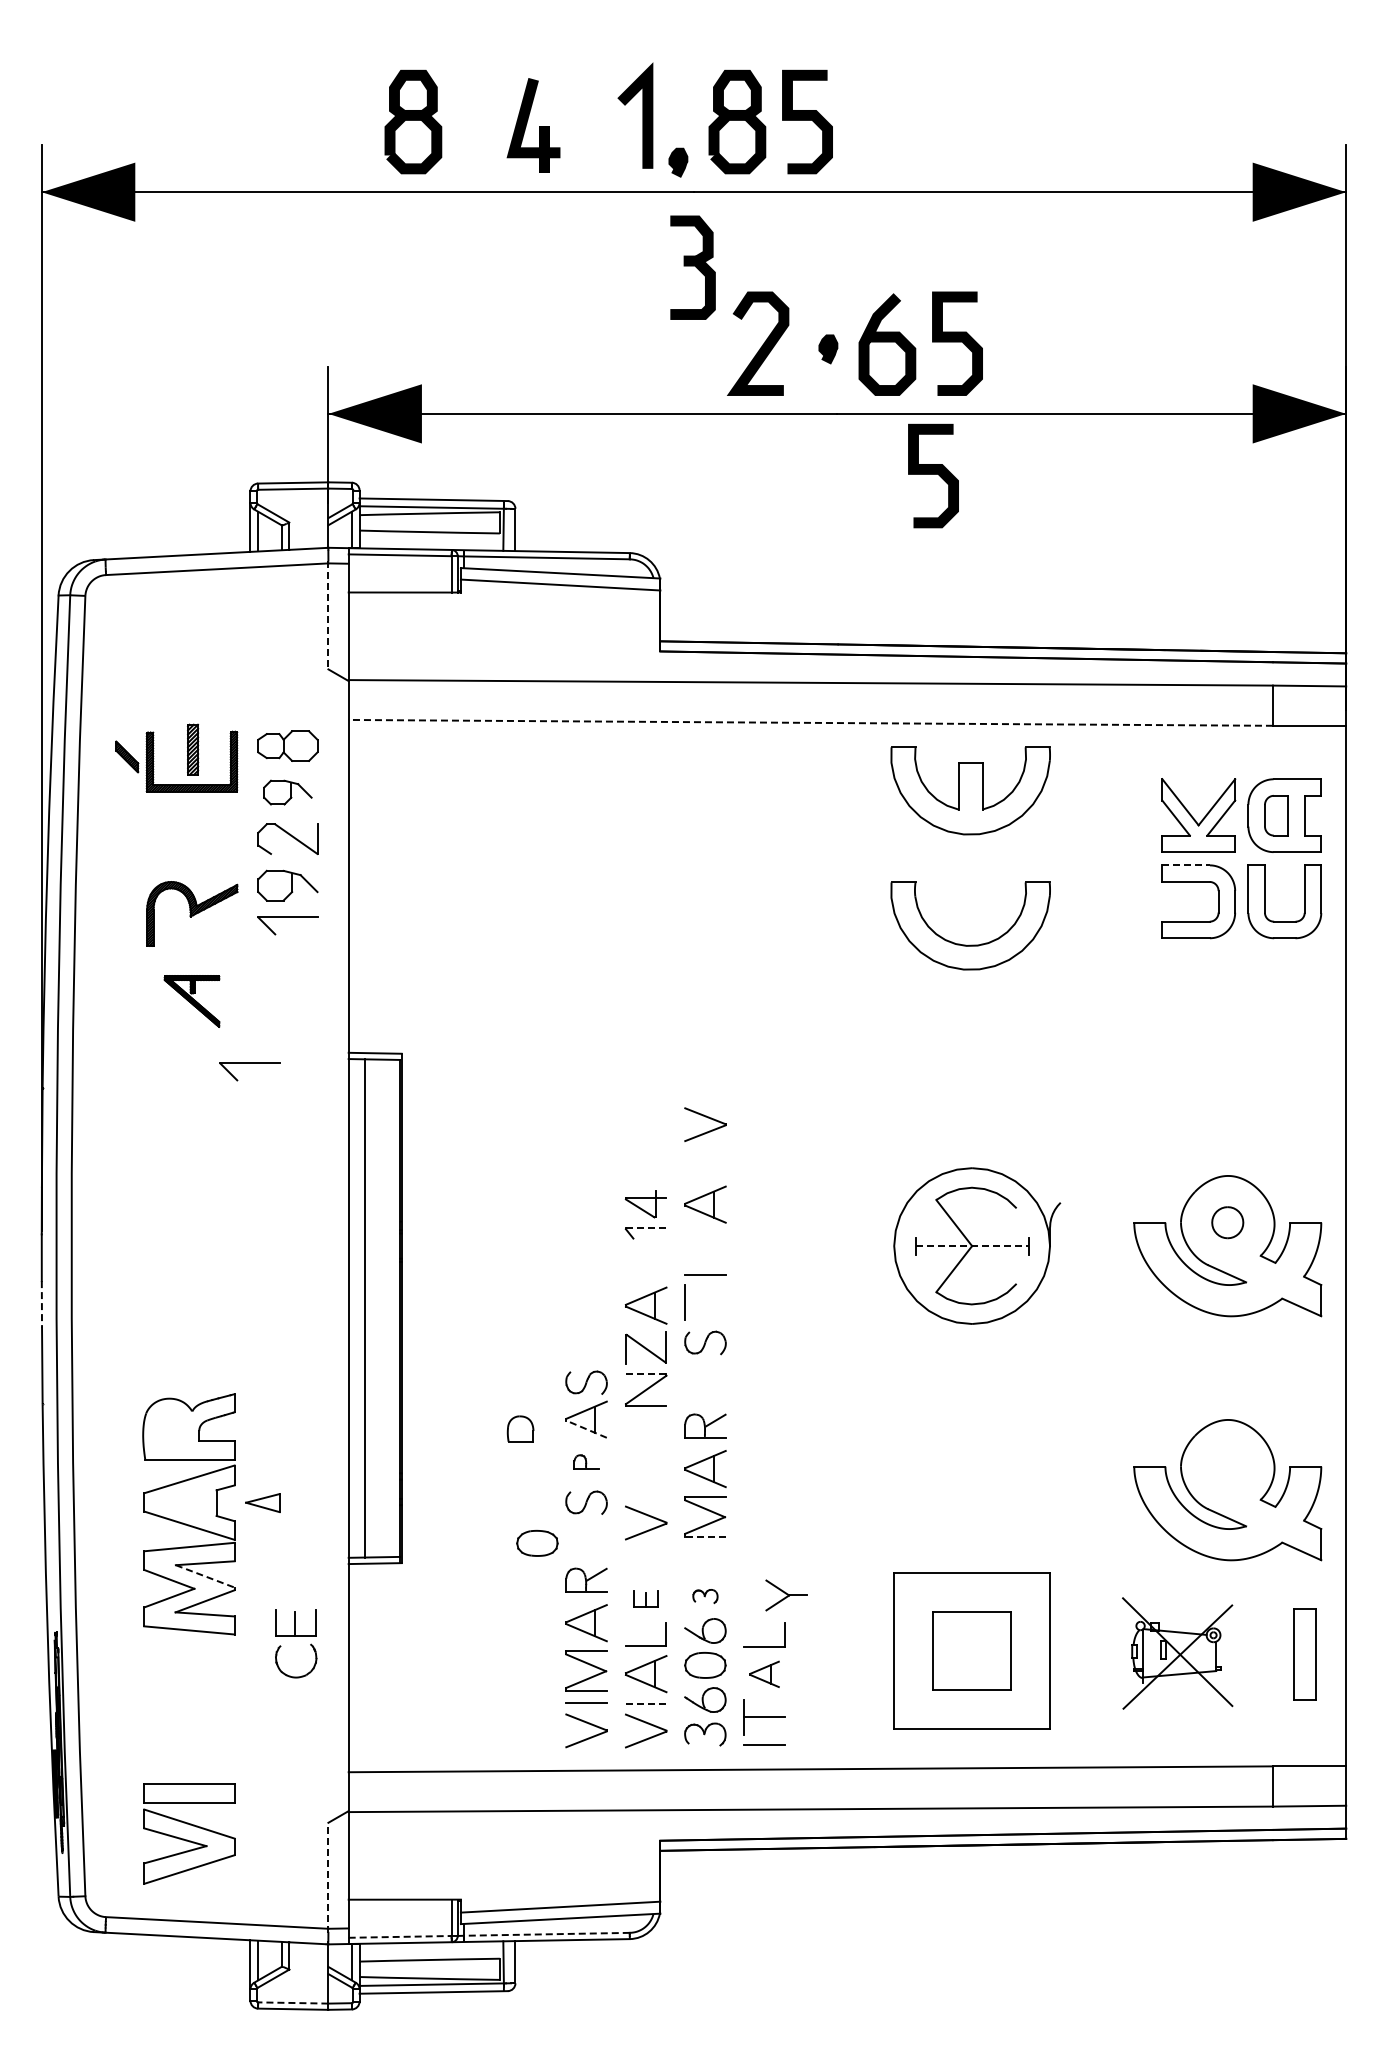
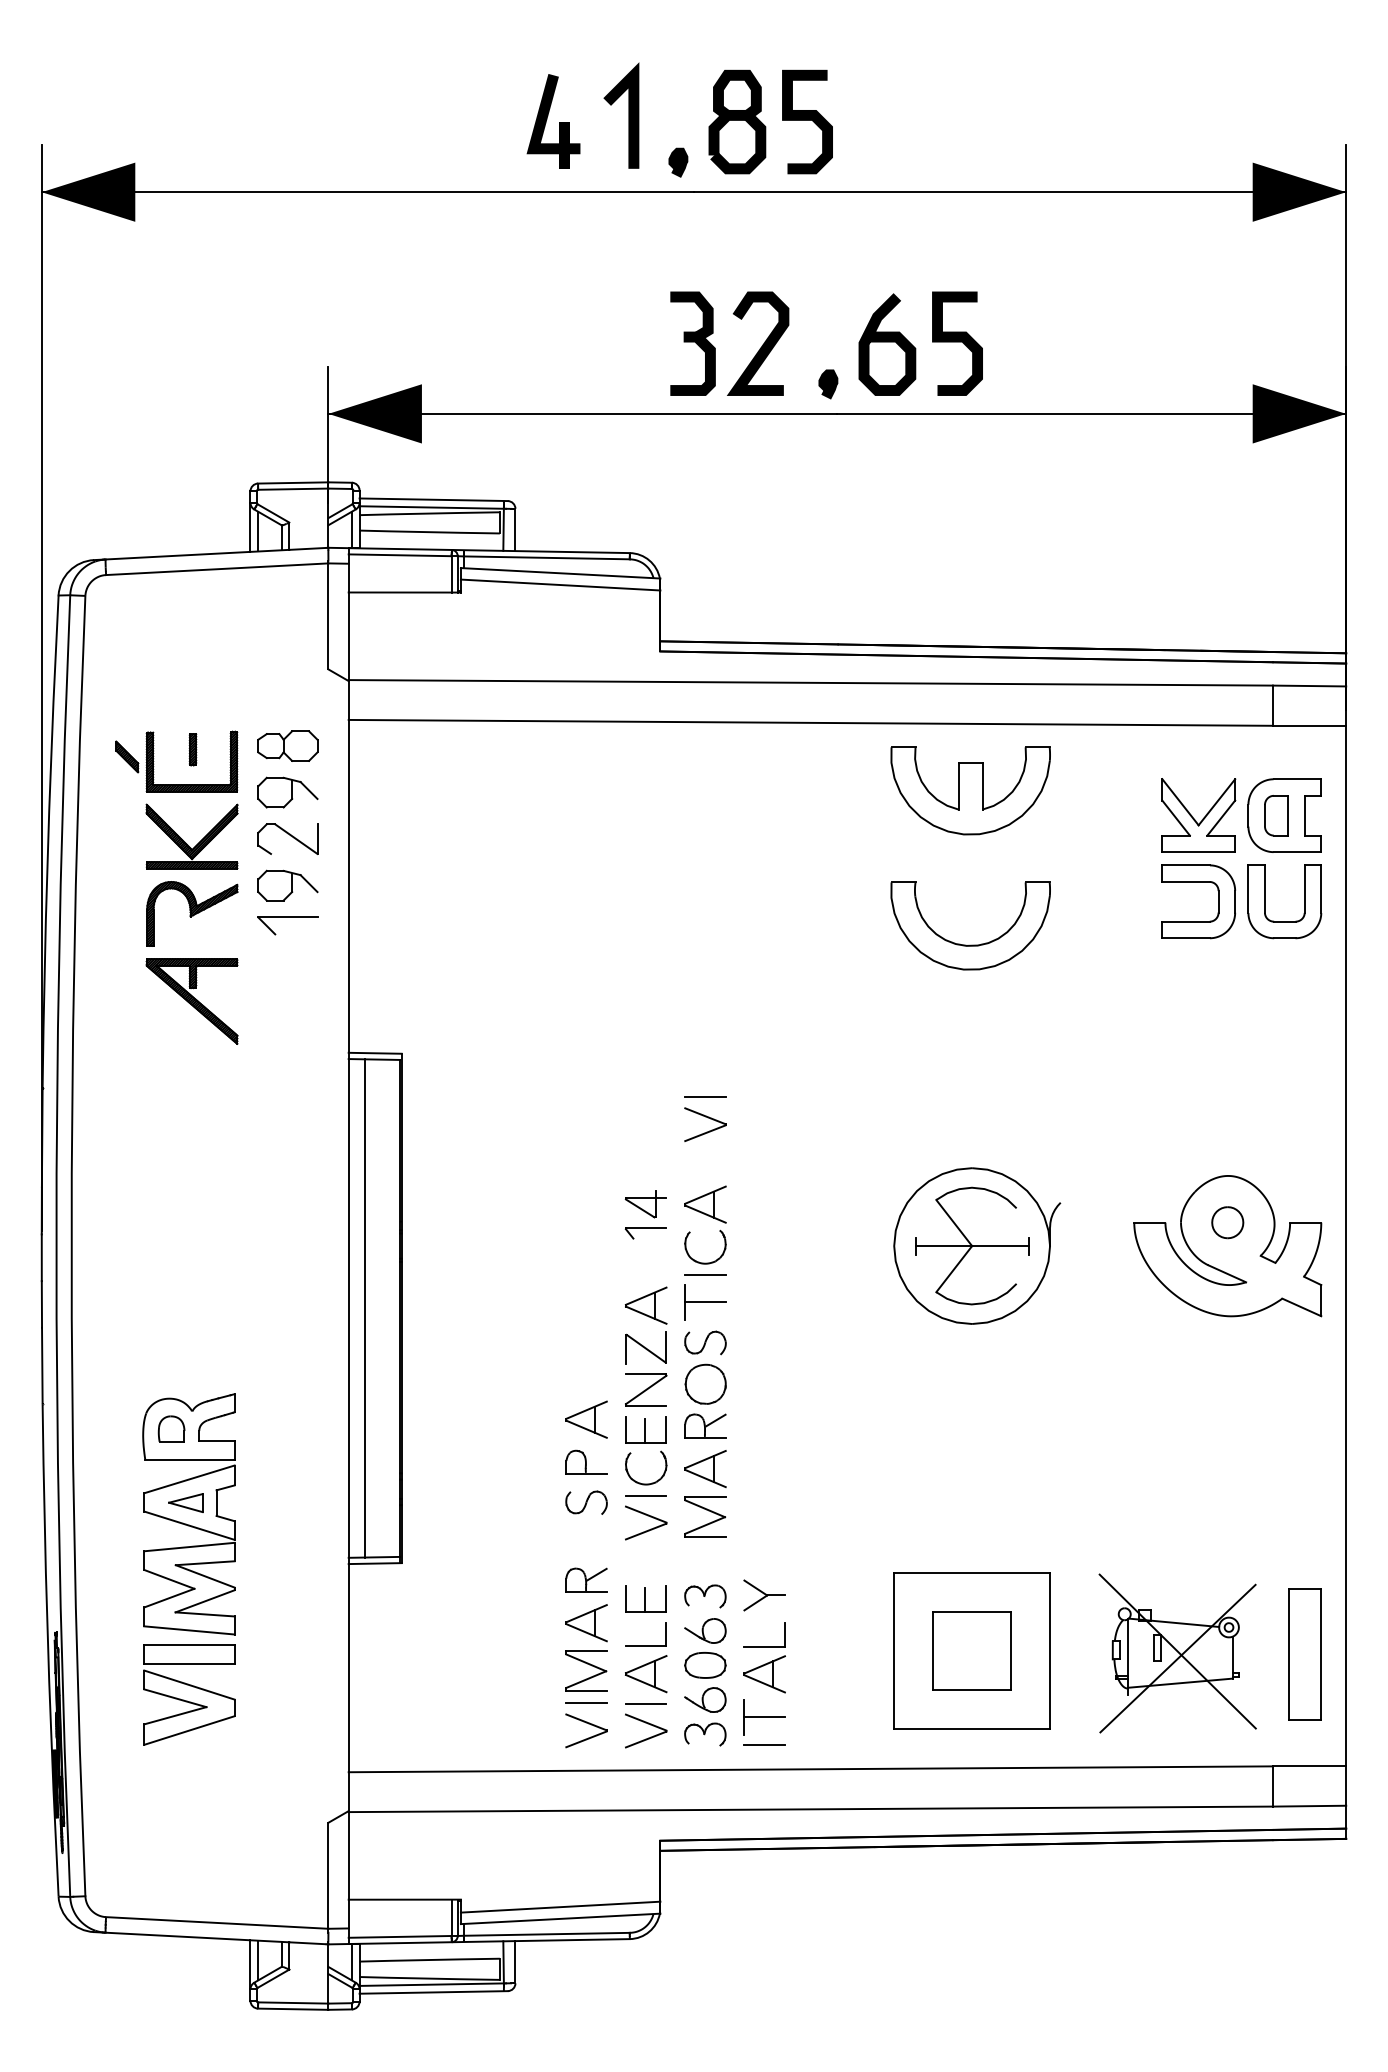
line at (642, 115) position: (642, 115) -> (628, 115)
part at (413, 121): present -> none
part at (539, 126) position: (539, 126) -> (559, 122)
part at (692, 267) position: (692, 267) -> (692, 343)
part at (828, 349) position: (828, 349) -> (828, 384)
curve at (933, 474): present -> none
line at (328, 615): dashed -> solid
line at (810, 722): dashed -> solid
part at (193, 749) size: 13x53 px -> 10x34 px
part at (287, 792) size: 50x27 px -> 62x33 px
part at (184, 840): none -> present
line at (1186, 865): dashed -> solid
part at (191, 1001) size: 58x53 px -> 94x87 px
part at (249, 1063): present -> none
line at (705, 1097): none -> present
line at (645, 1228): dashed -> solid
line at (972, 1246): dashed -> solid
part at (705, 1262): none -> present
line at (705, 1302): none -> present
line at (41, 1304): dashed -> solid
line at (645, 1373): dashed -> solid
part at (586, 1382): present -> none
part at (705, 1383): none -> present
part at (520, 1428) position: (520, 1428) -> (171, 1428)
line at (586, 1429): dashed -> solid
part at (586, 1461) size: 27x16 px -> 43x26 px
part at (1227, 1490): present -> none
line at (645, 1495): none -> present
part at (262, 1502) position: (262, 1502) -> (185, 1502)
line at (705, 1536): dashed -> solid
part at (537, 1543): present -> none
line at (205, 1576): dashed -> solid
part at (786, 1595) position: (786, 1595) -> (764, 1595)
part at (705, 1596) size: 27x16 px -> 43x25 px
part at (645, 1598) size: 26x18 px -> 42x28 px
part at (296, 1636) position: (296, 1636) -> (646, 1443)
part at (1177, 1653) size: 112x113 px -> 159x161 px
part at (1304, 1654) size: 24x93 px -> 34x133 px
part at (764, 1673) size: 31x28 px -> 43x39 px
line at (646, 1703): dashed -> solid
part at (189, 1833) position: (189, 1833) -> (189, 1694)
line at (328, 1877): dashed -> solid
line at (546, 1934): dashed -> solid
line at (400, 1936): dashed -> solid
line at (292, 2002): dashed -> solid
